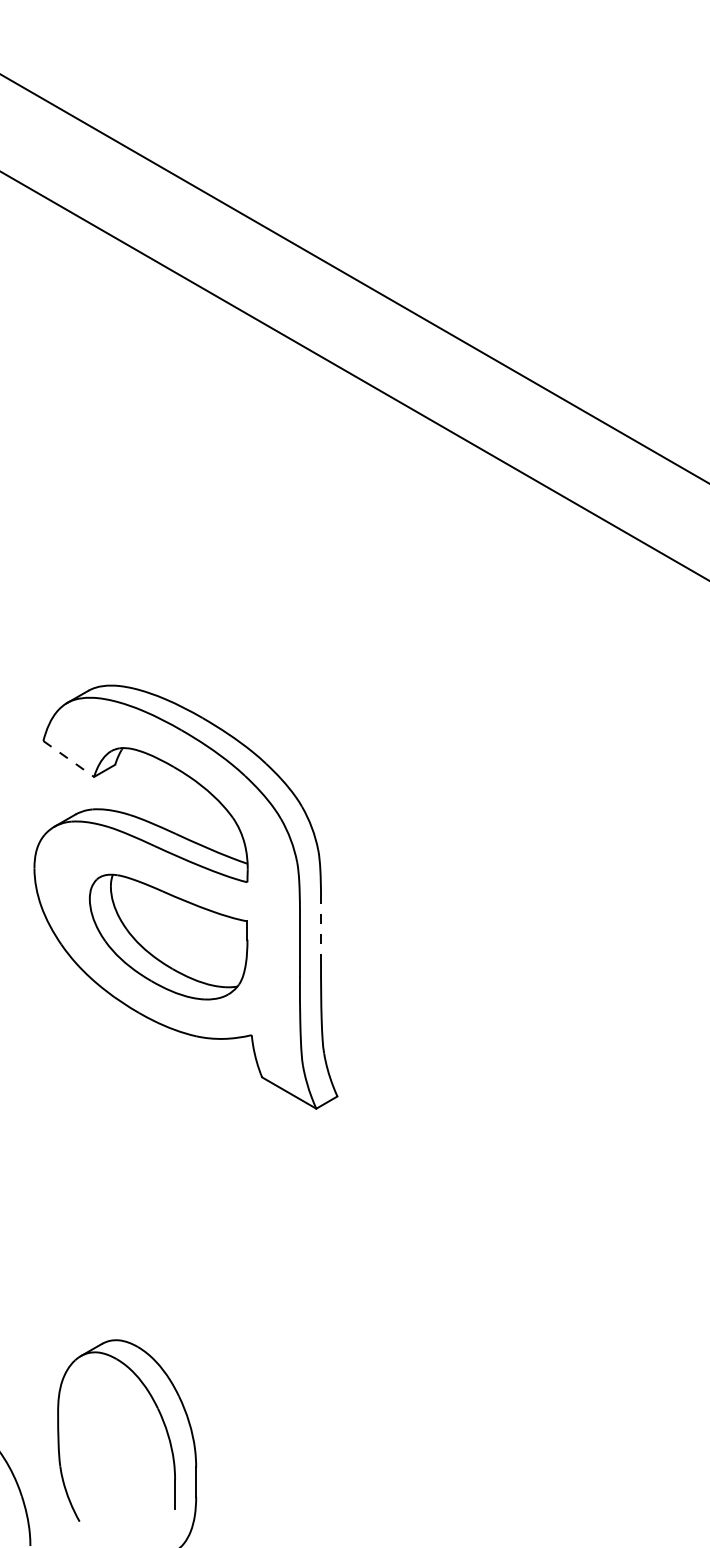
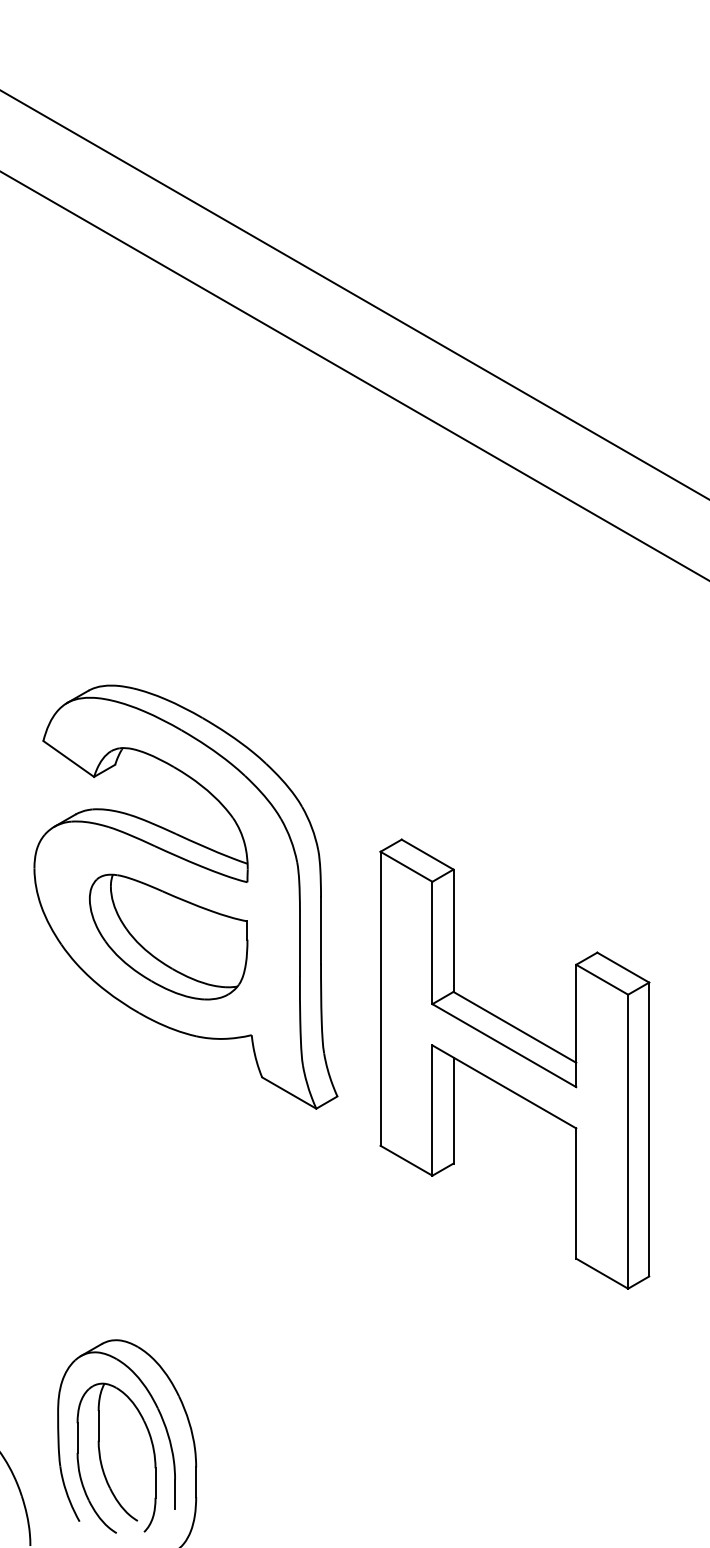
line at (354, 278) position: (354, 278) -> (354, 294)
line at (69, 759): dashed -> solid
line at (321, 930): dashed -> solid
part at (514, 1063): none -> present
part at (101, 1458): none -> present
